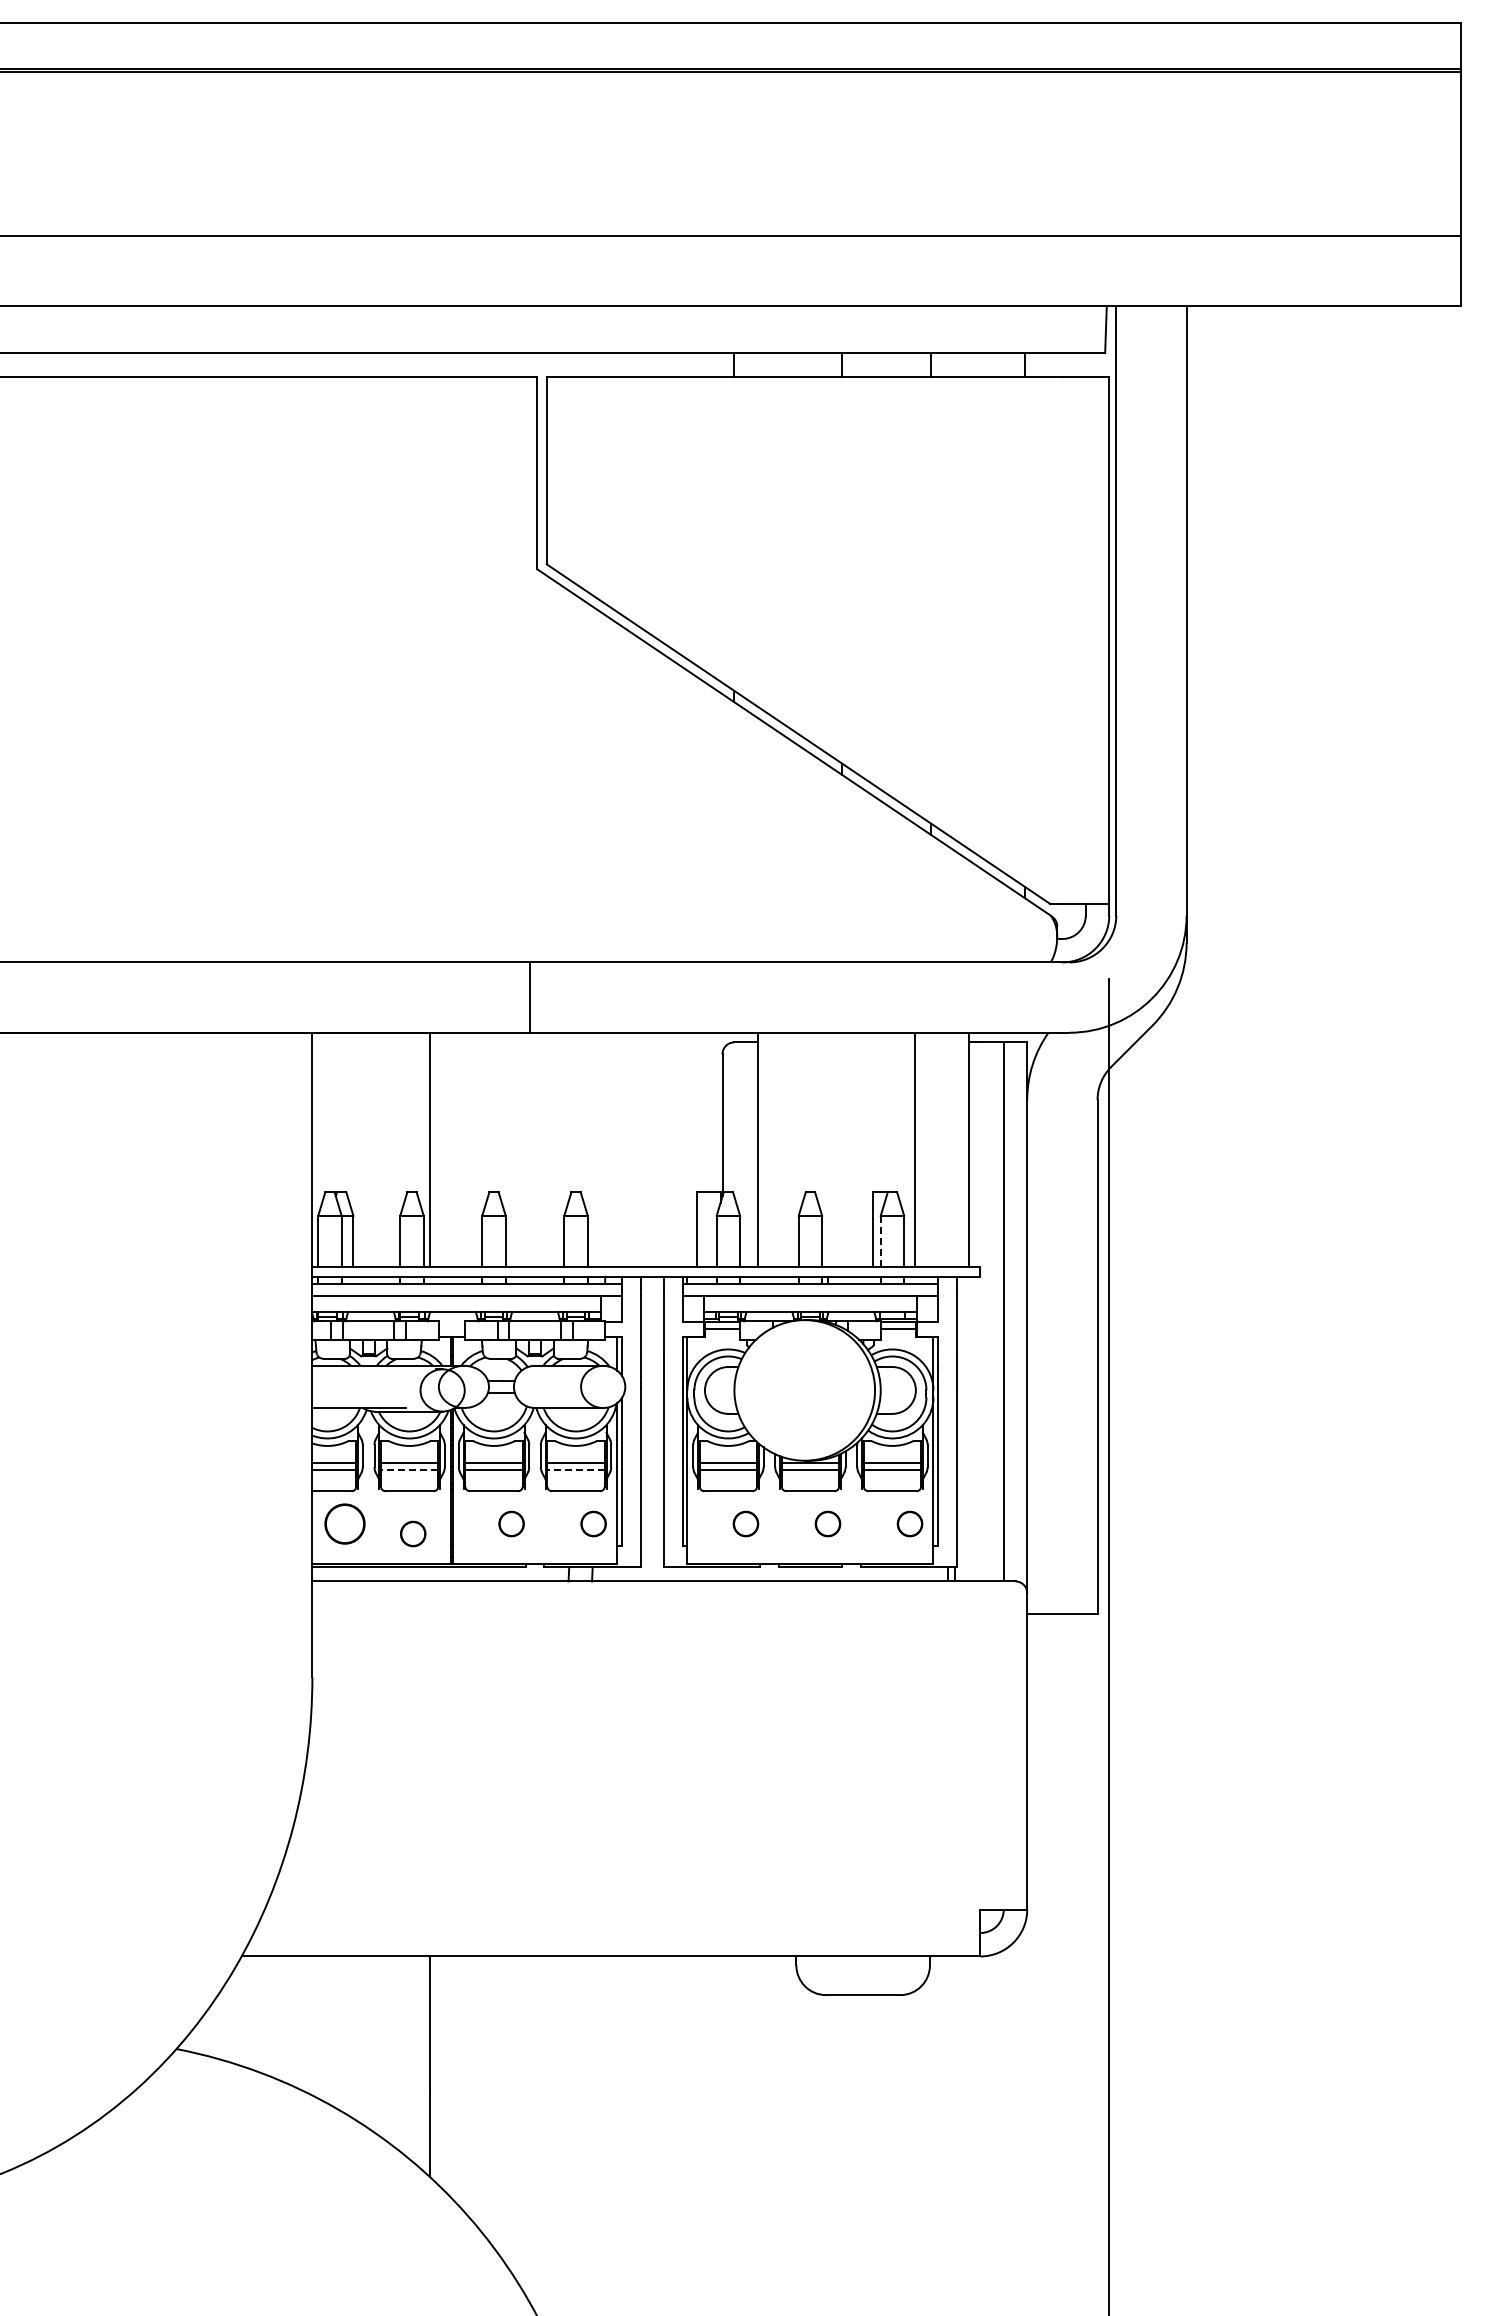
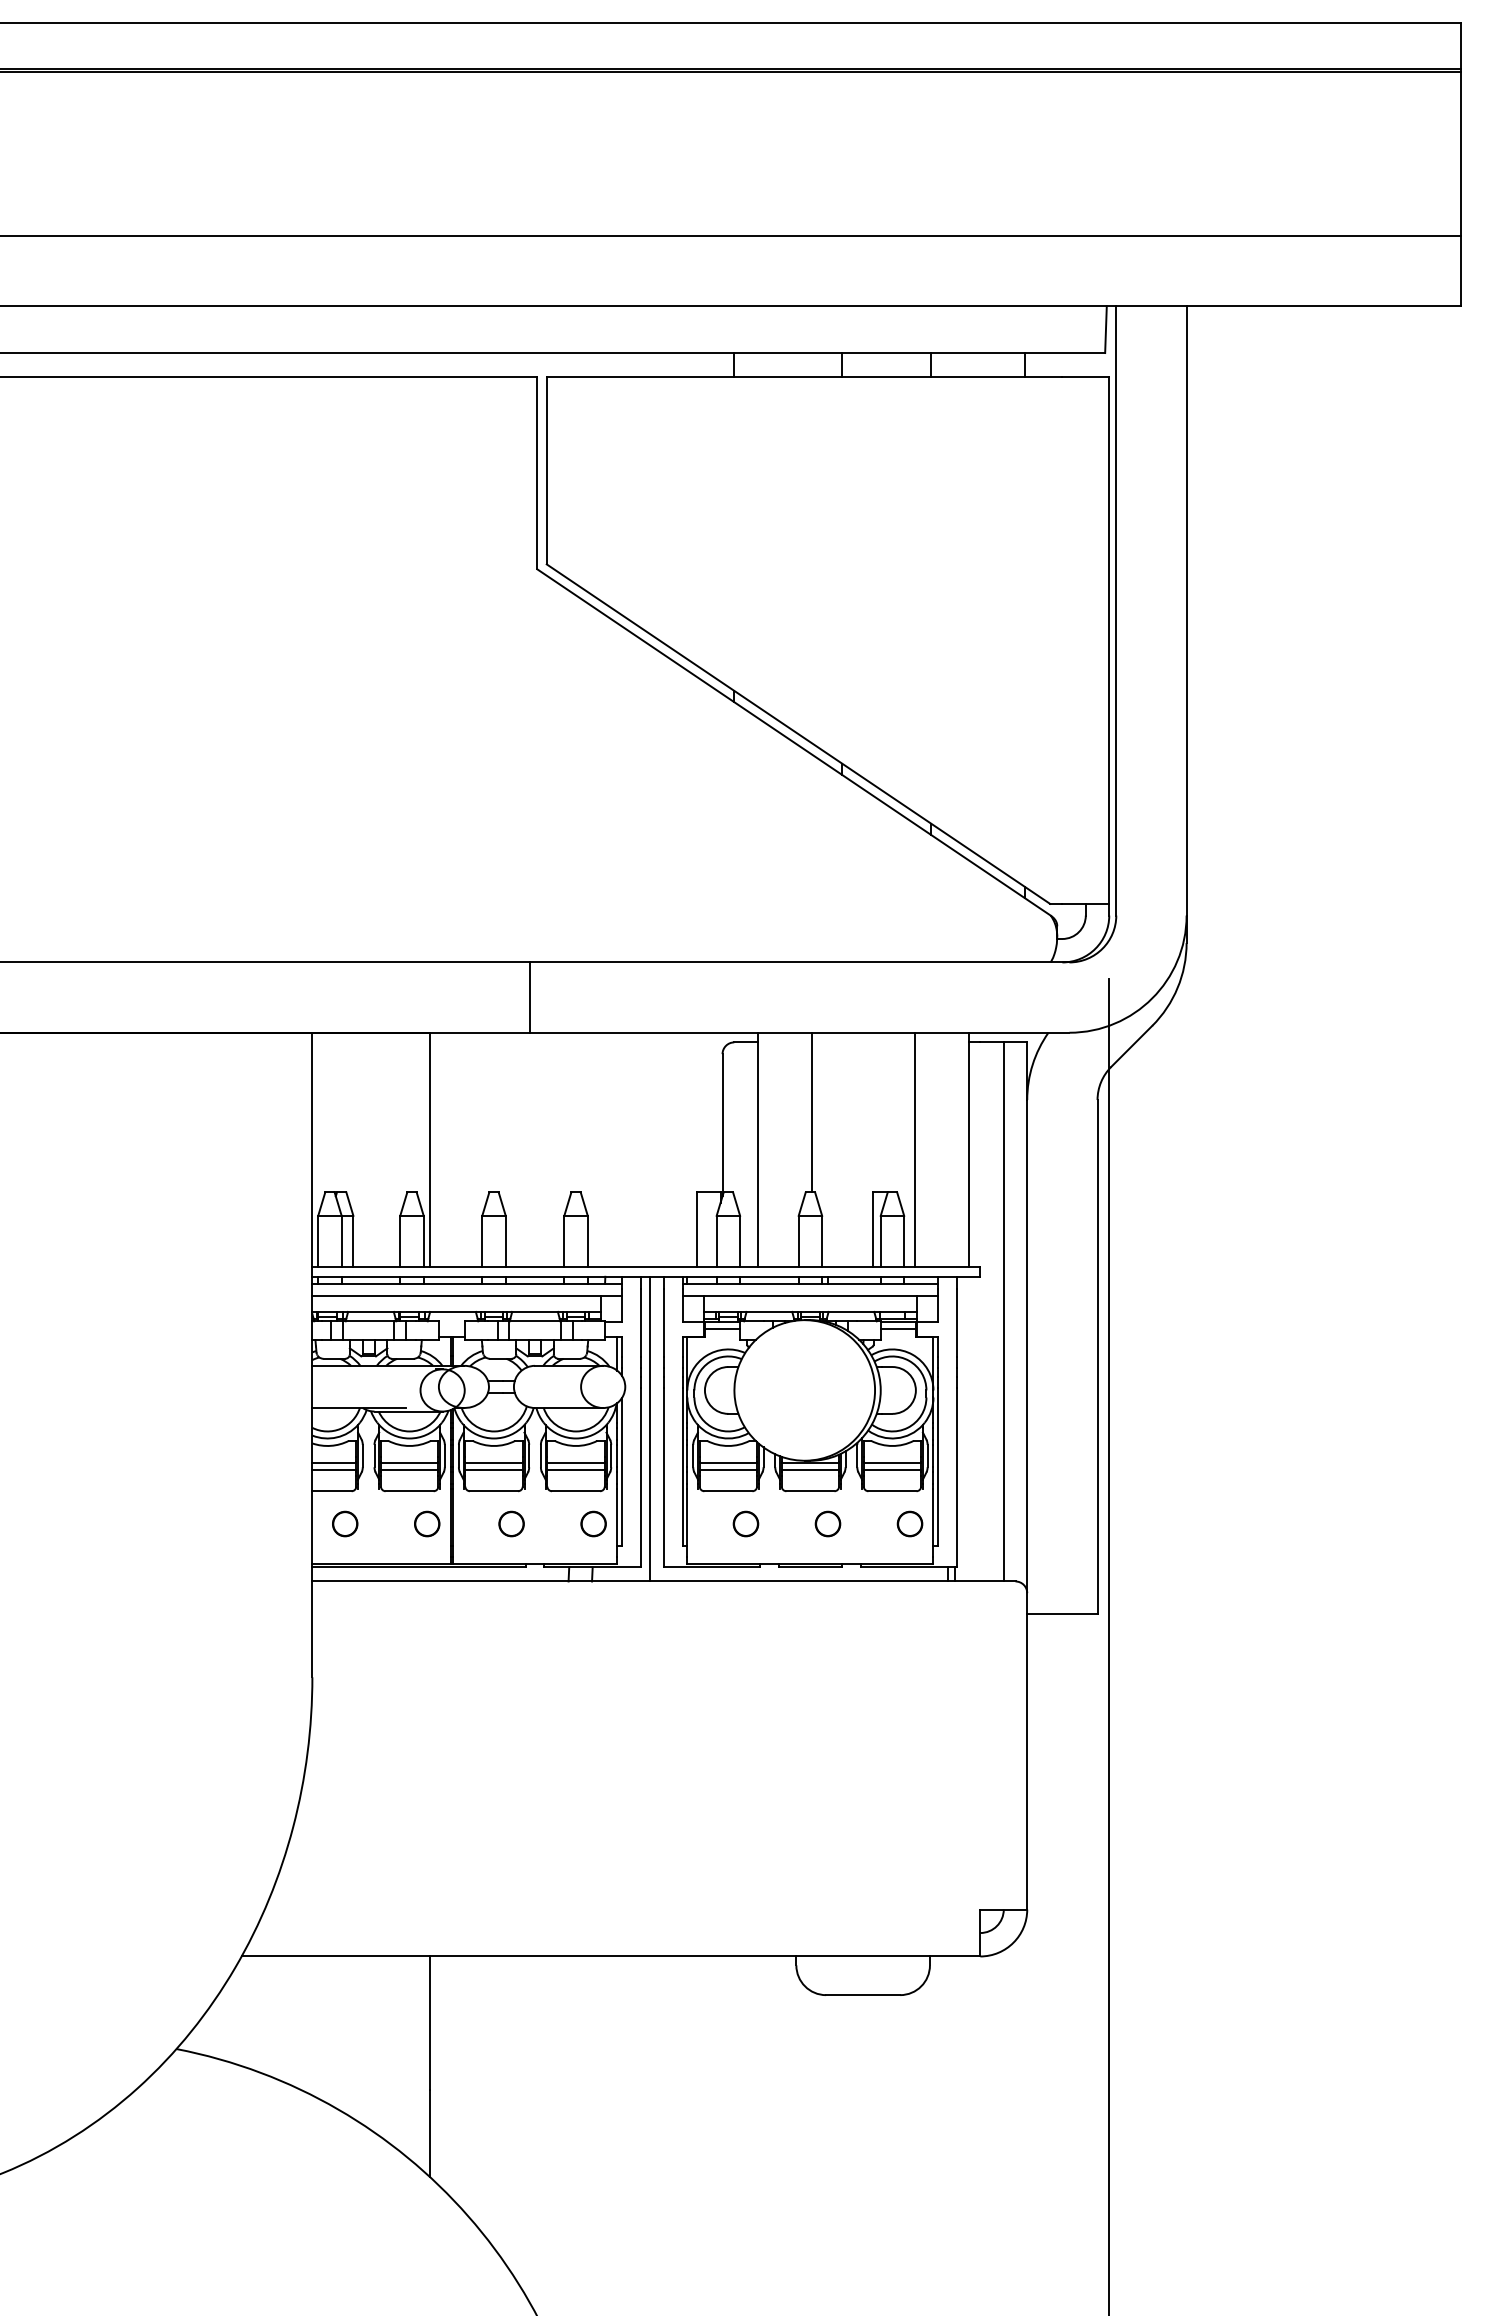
line at (811, 1112): none -> present
line at (880, 1241): dashed -> solid
line at (649, 1428): none -> present
line at (409, 1470): dashed -> solid
line at (576, 1470): dashed -> solid
part at (344, 1523) size: 42x42 px -> 27x28 px
part at (413, 1533) position: (413, 1533) -> (427, 1523)
